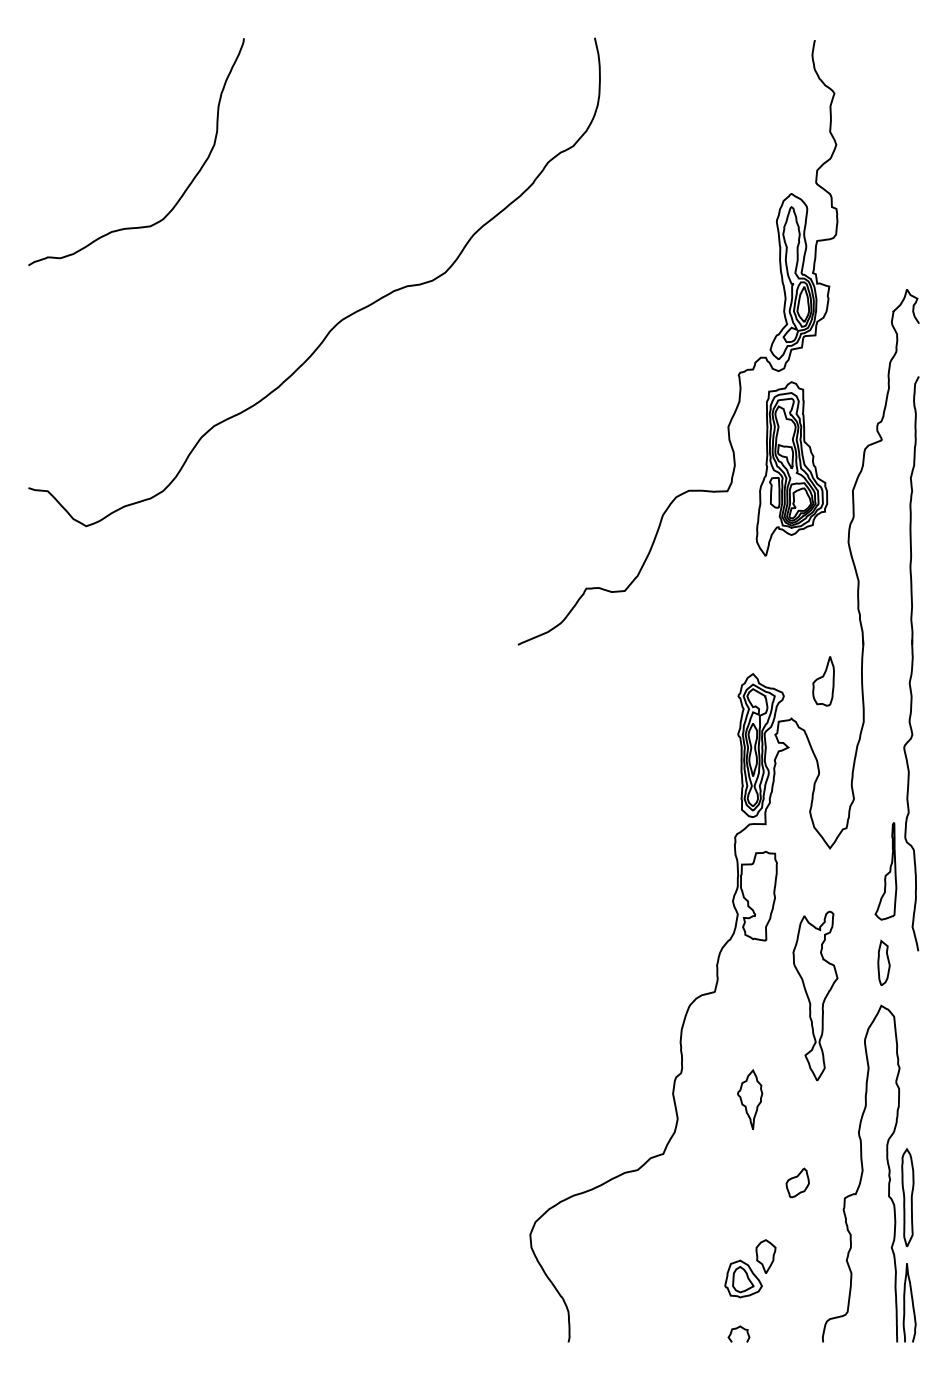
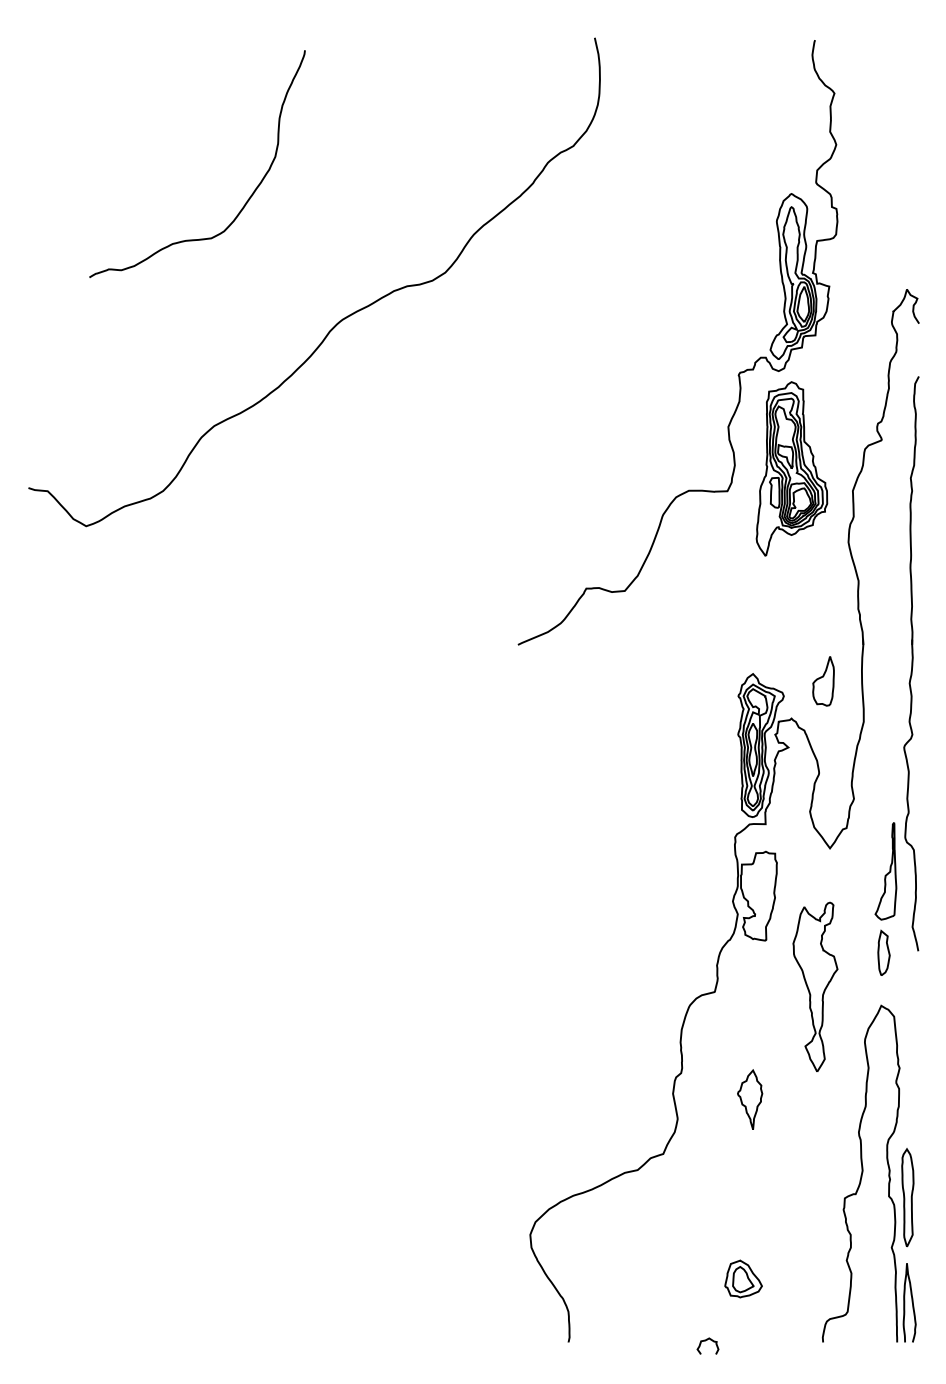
curve at (186, 187) position: (186, 187) -> (247, 199)
part at (883, 962) position: (883, 962) -> (883, 952)
part at (815, 995) position: (815, 995) -> (815, 986)
part at (797, 1182): present -> none
part at (765, 1256): present -> none
curve at (736, 1329) position: (736, 1329) -> (705, 1341)
